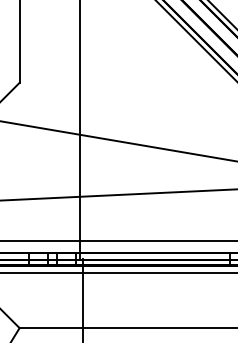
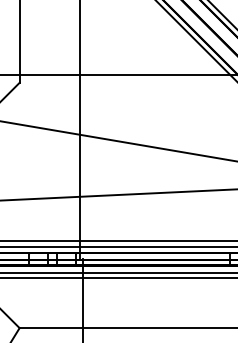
line at (118, 74): none -> present
line at (118, 246): none -> present
line at (118, 278): none -> present
